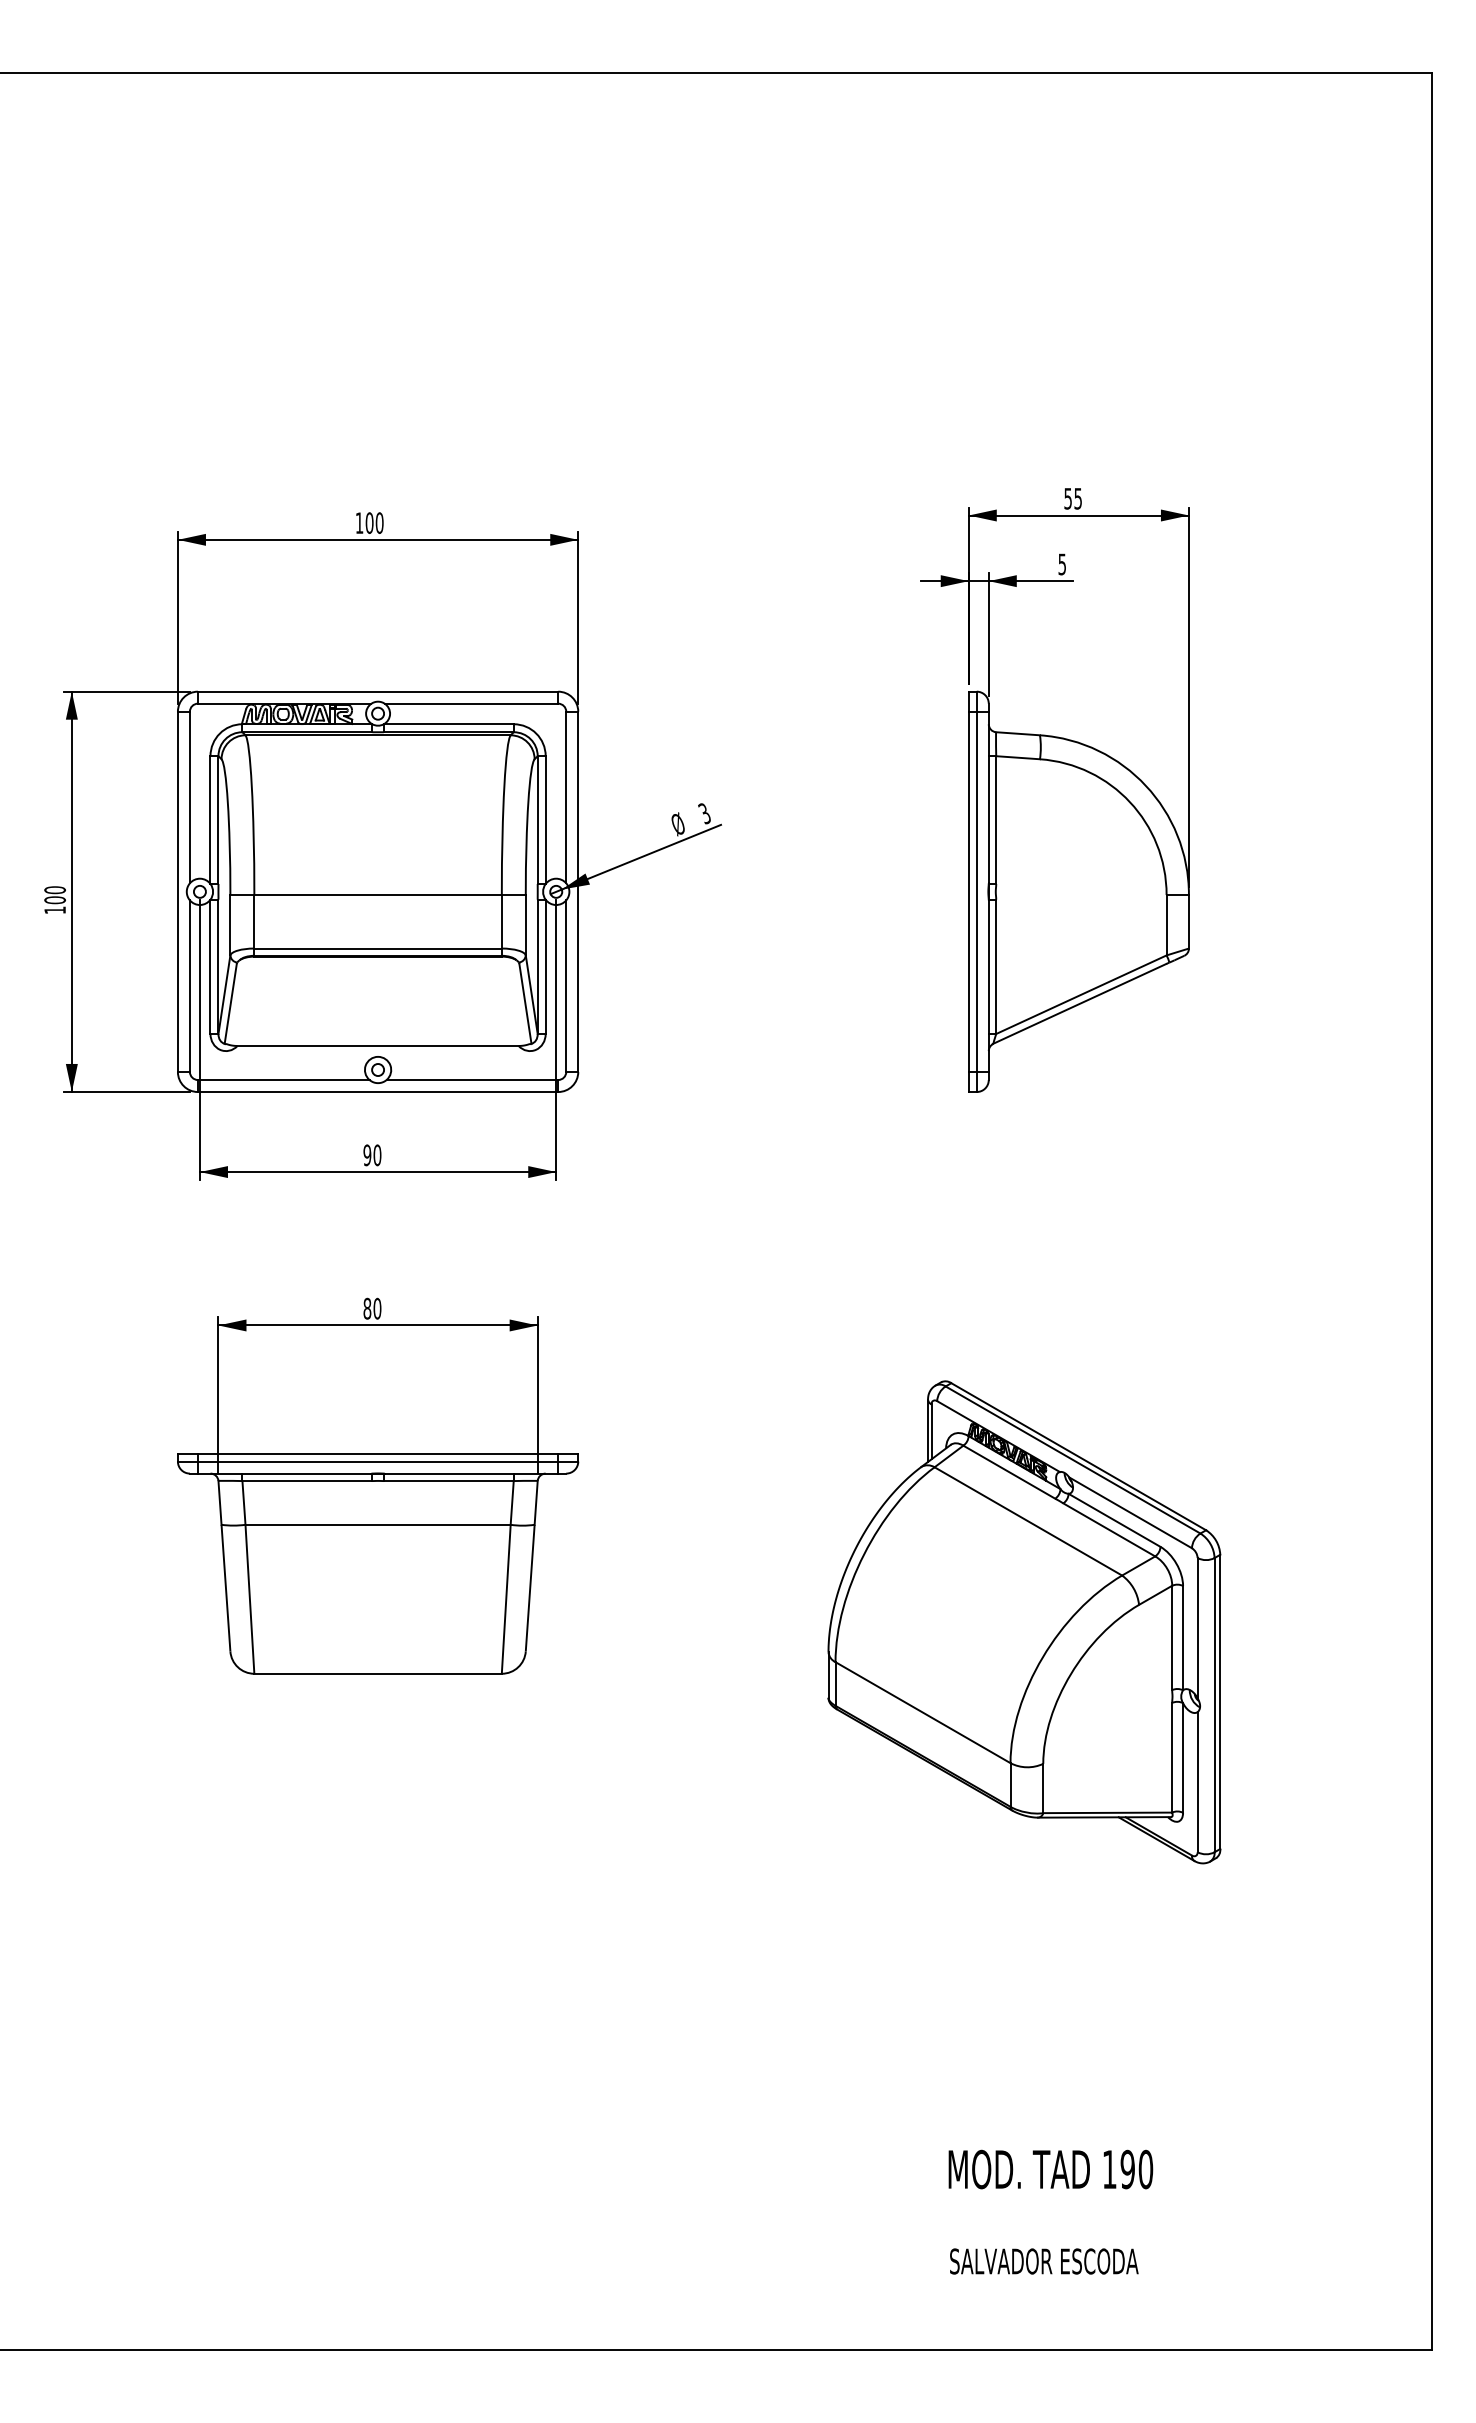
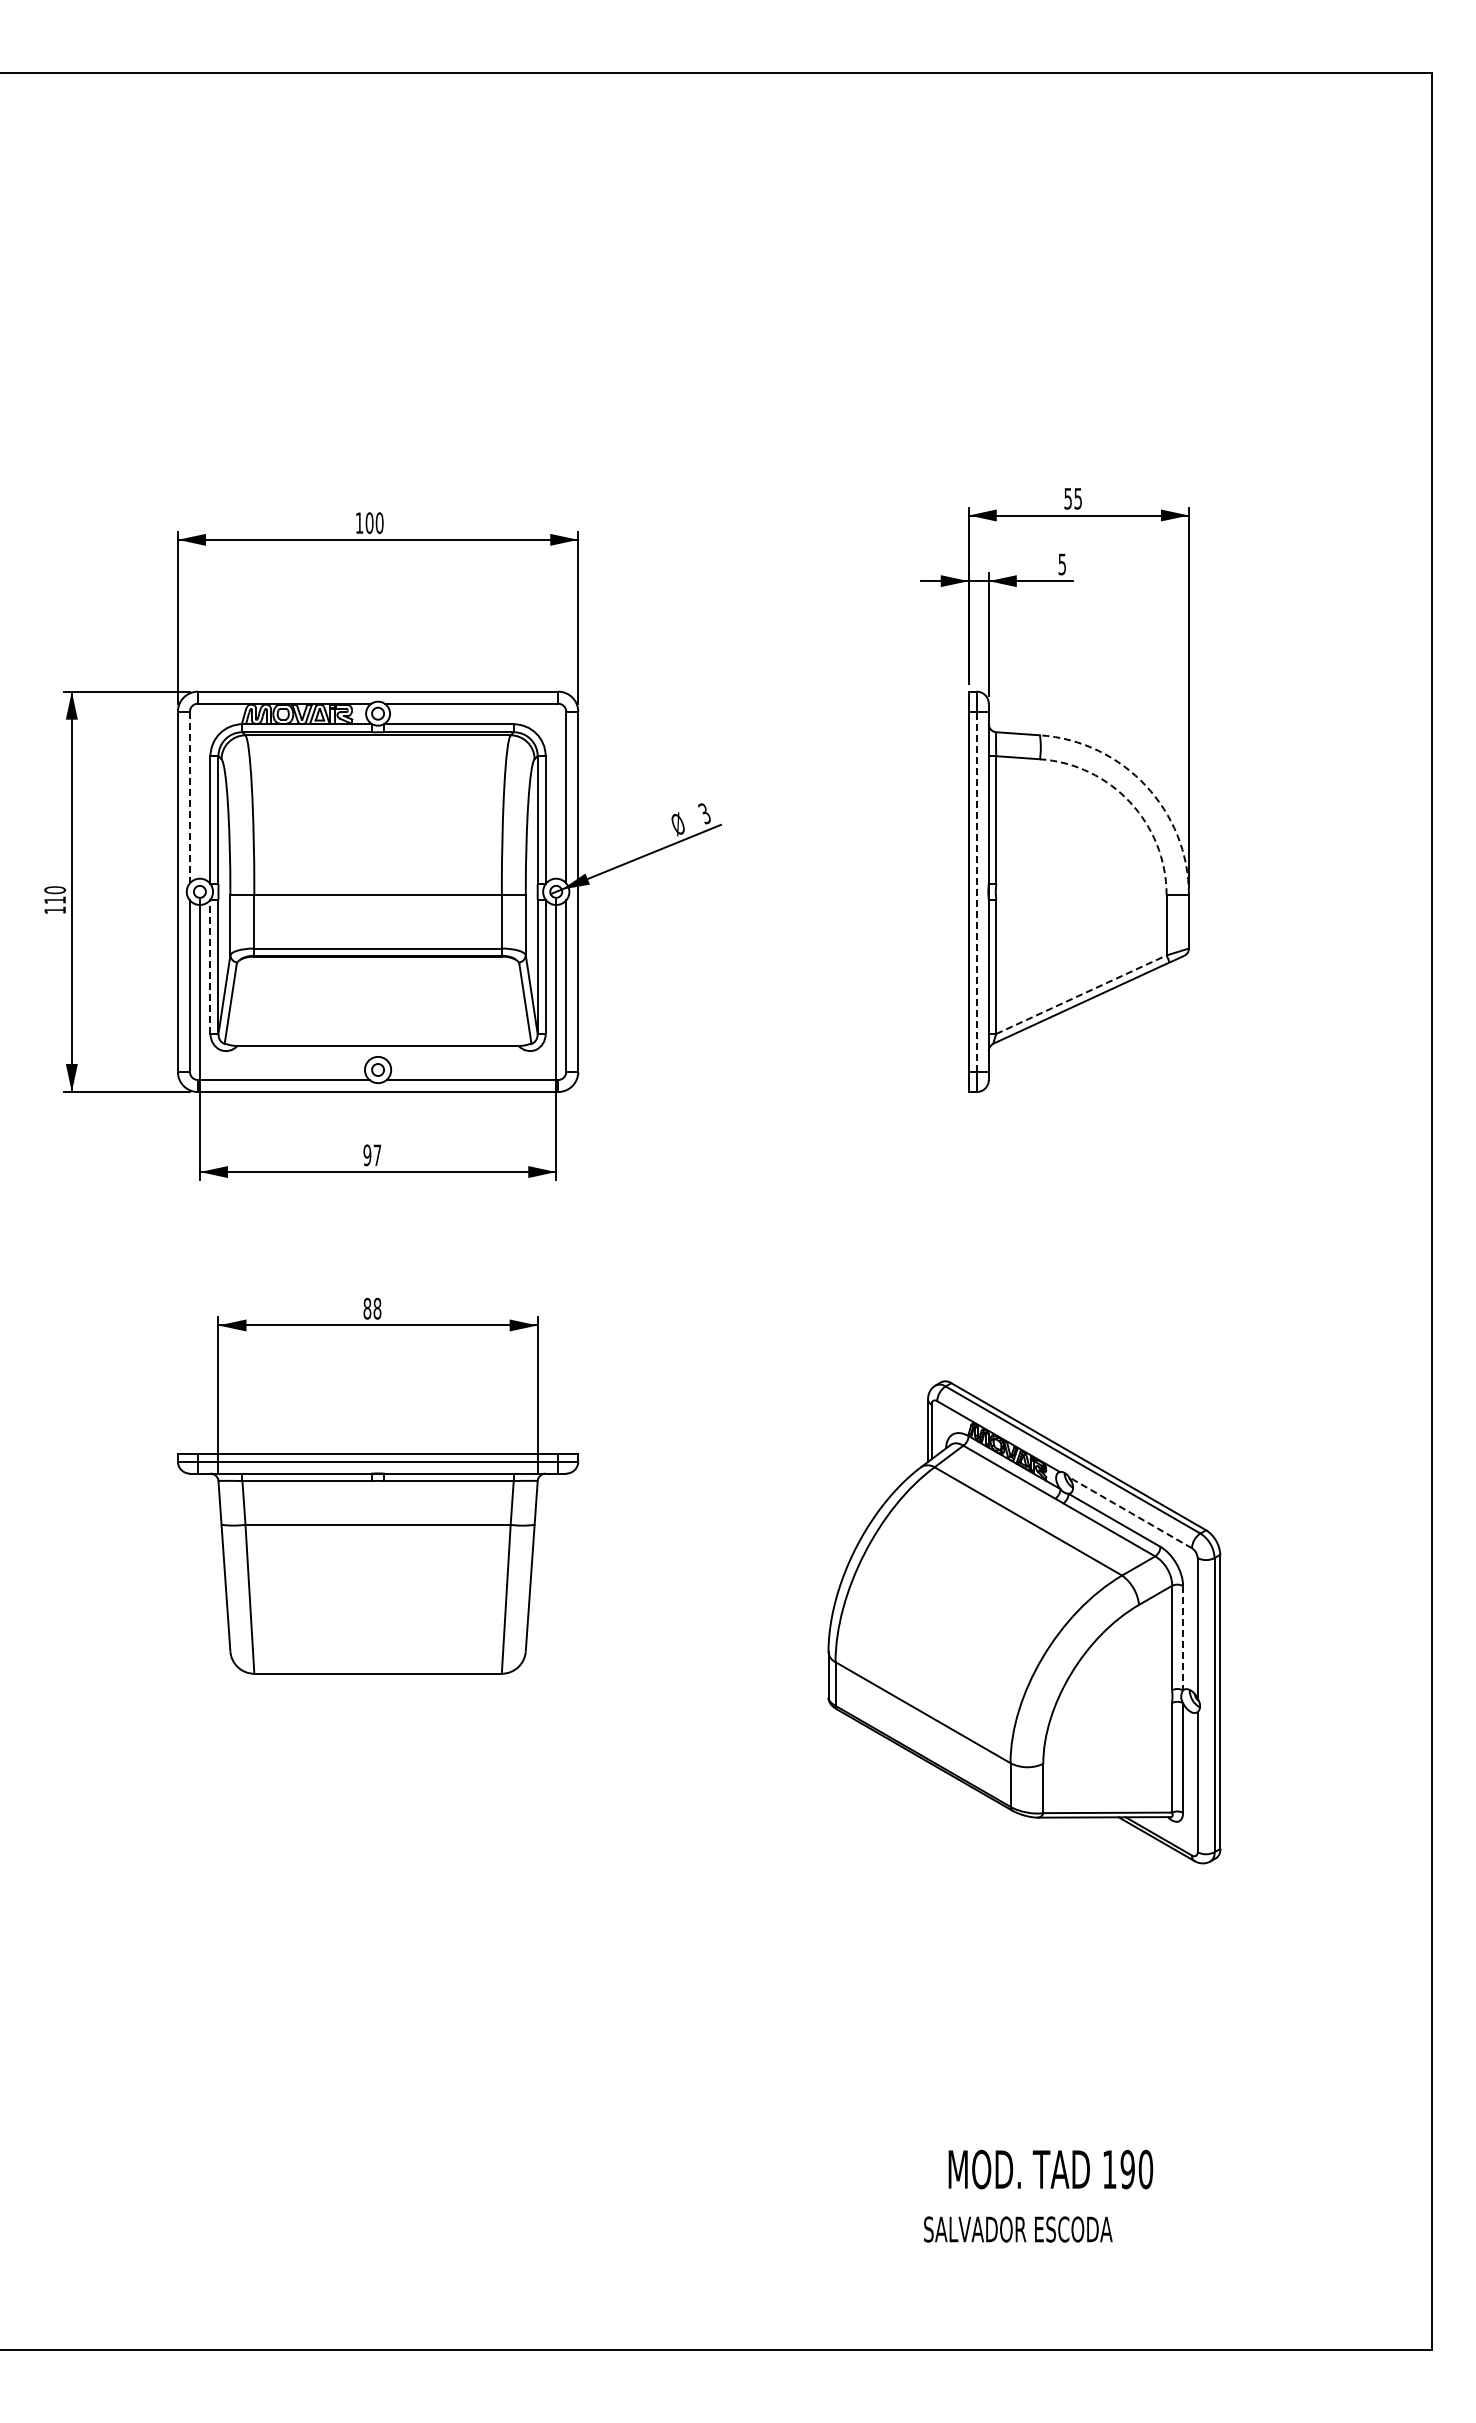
arc at (1145, 785): solid -> dashed
line at (189, 797): solid -> dashed
arc at (1130, 802): solid -> dashed
line at (976, 891): solid -> dashed
text at (55, 900): 100 -> 110
line at (210, 966): solid -> dashed
line at (1081, 994): solid -> dashed
text at (377, 1155): 90 -> 97
text at (377, 1308): 80 -> 88
line at (1130, 1512): solid -> dashed
line at (1183, 1638): solid -> dashed
text at (1044, 2261) position: (1044, 2261) -> (1018, 2229)
